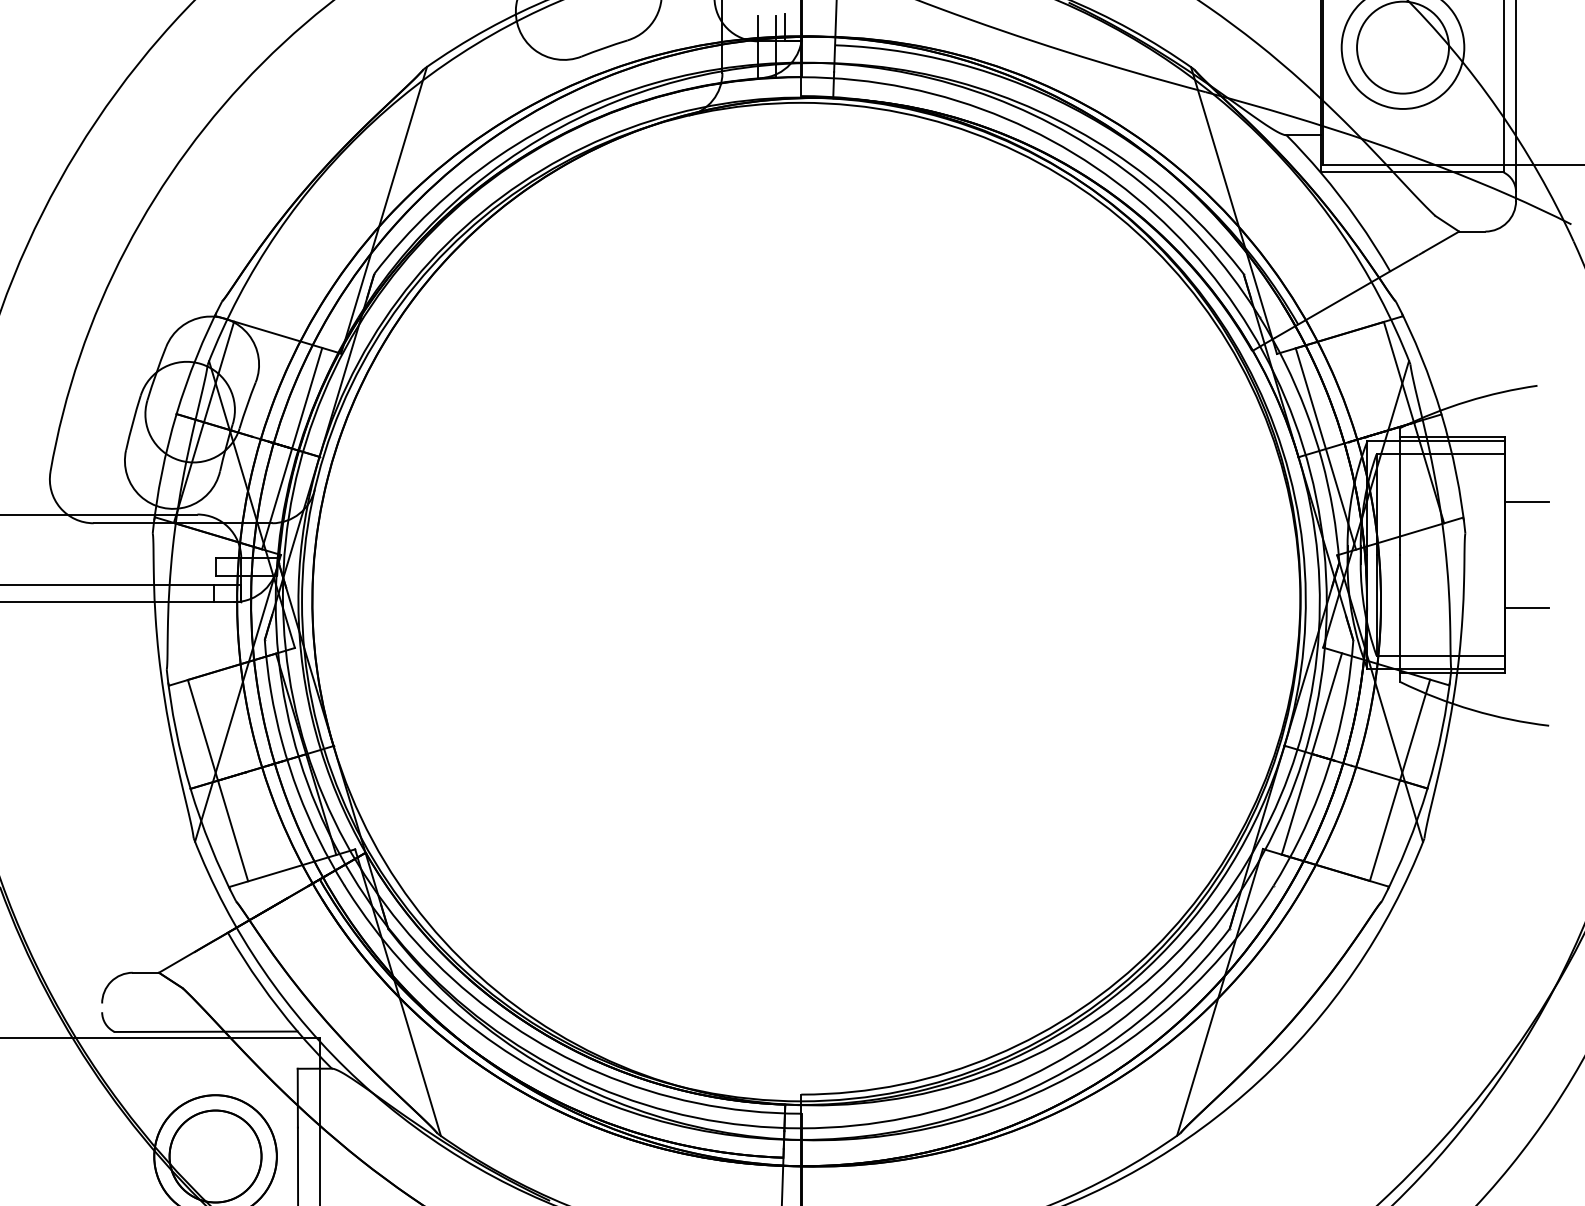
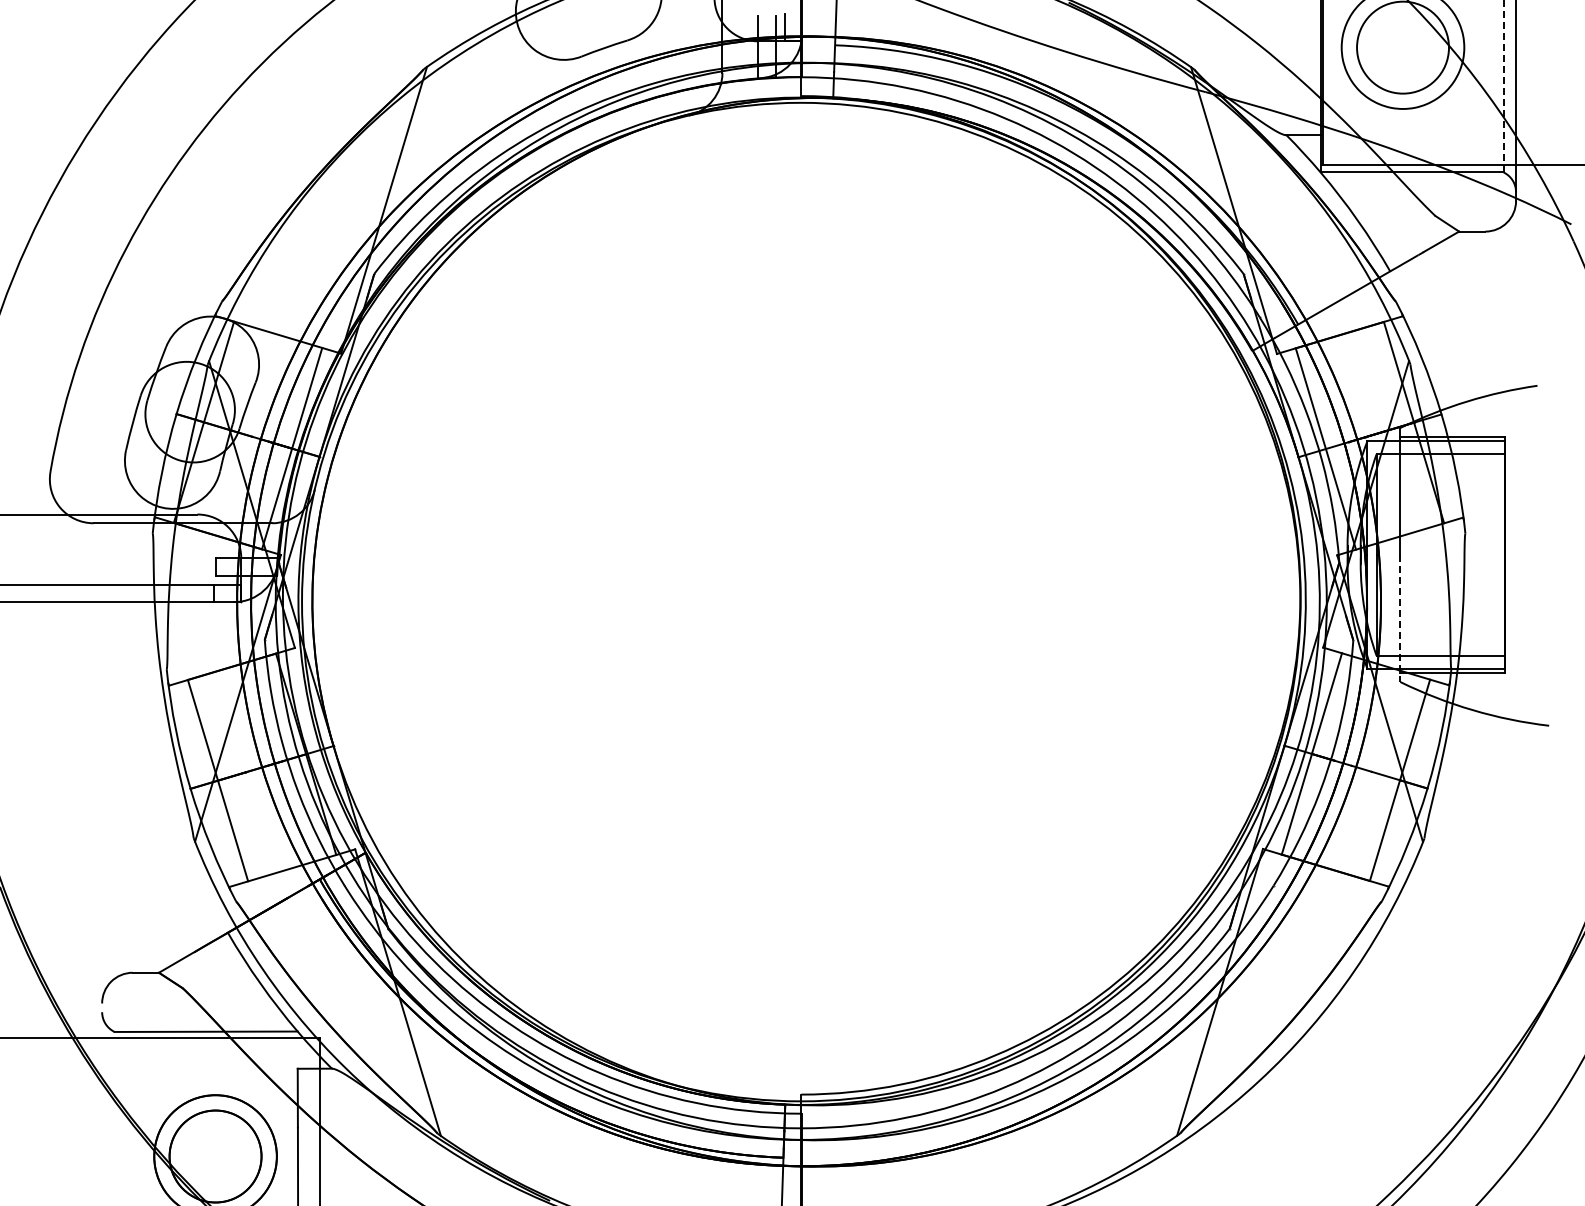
line at (1503, 86): solid -> dashed
line at (1527, 502): present -> none
line at (1527, 607): present -> none
line at (1400, 618): solid -> dashed
